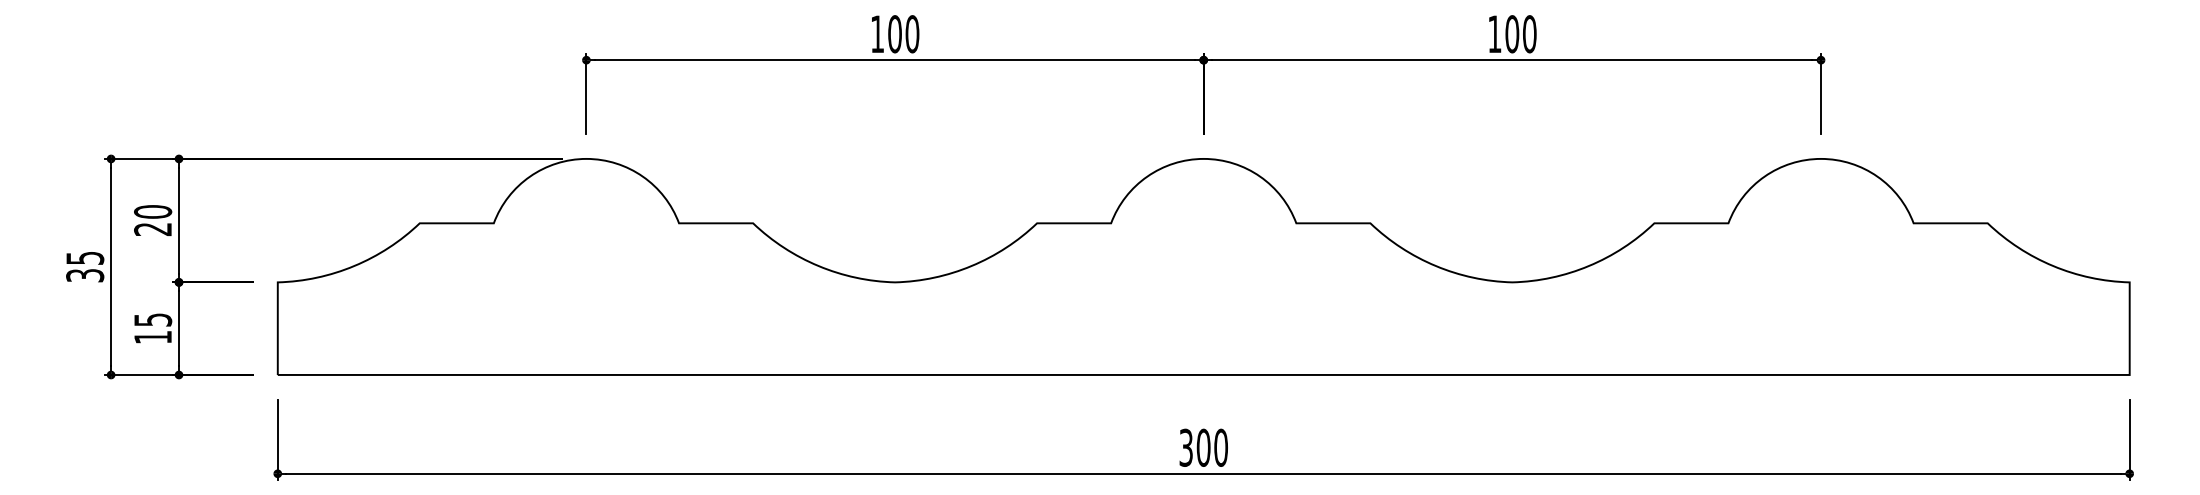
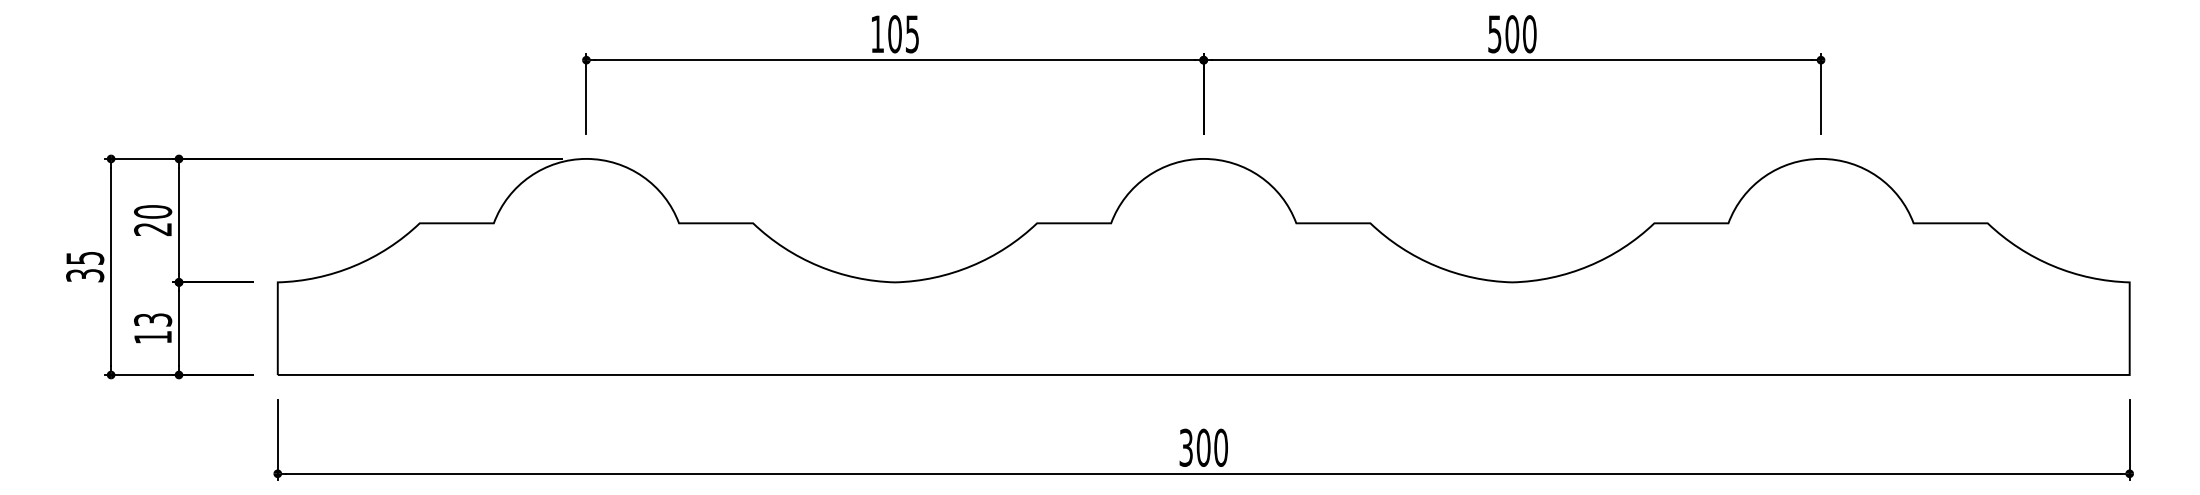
text at (912, 34): 100 -> 105
text at (1494, 34): 100 -> 500
text at (152, 319): 15 -> 13
